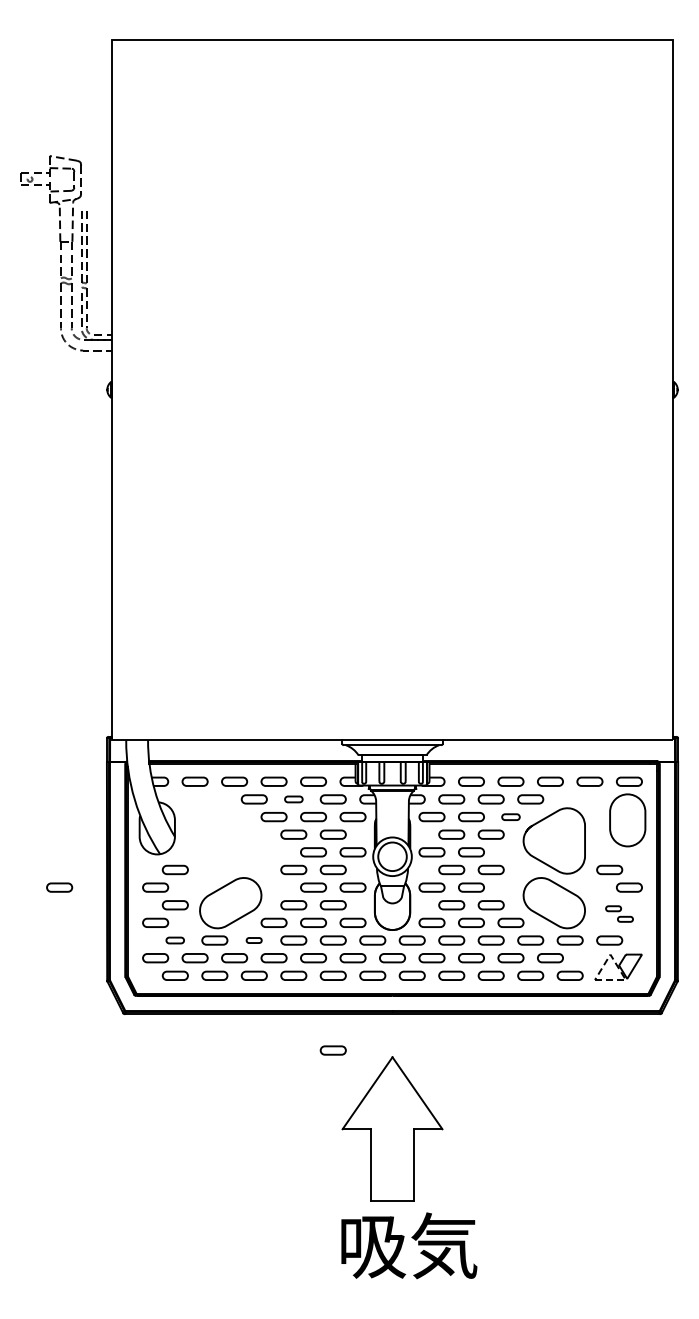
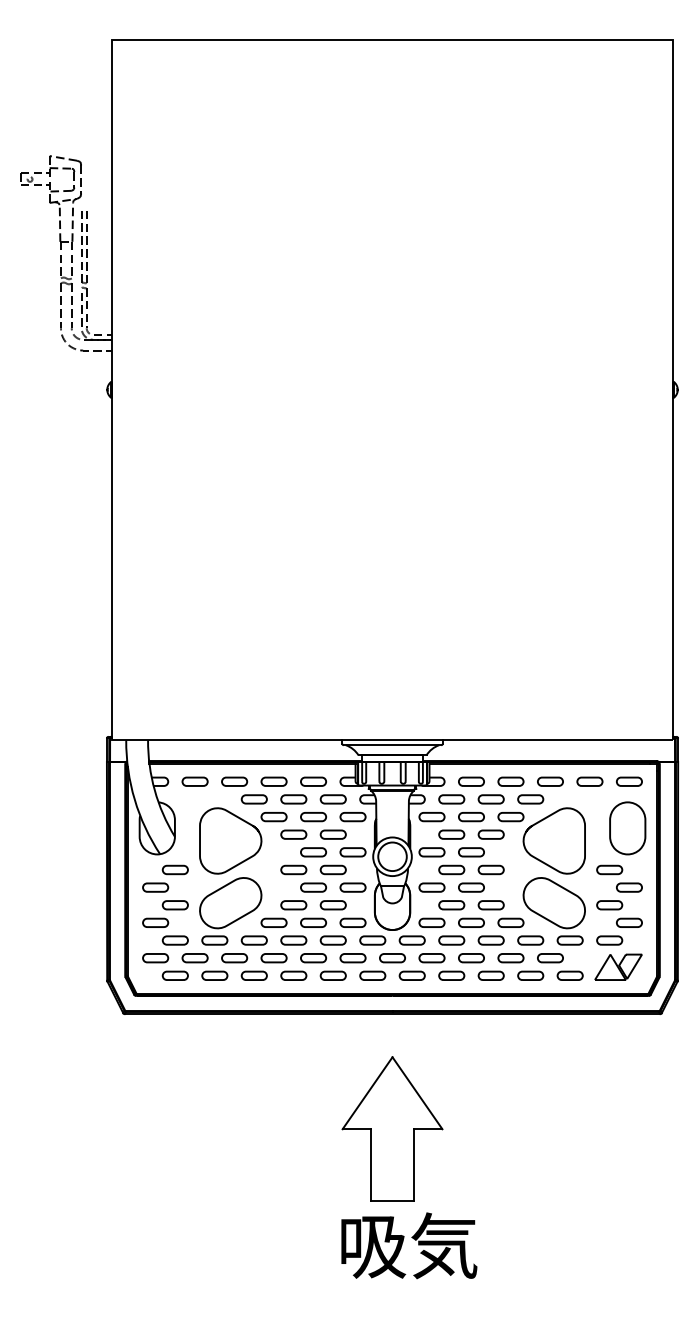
part at (293, 799) size: 20x9 px -> 28x11 px
part at (510, 816) size: 20x8 px -> 28x11 px
part at (627, 820) position: (627, 820) -> (627, 828)
curve at (244, 822): none -> present
part at (59, 887): present -> none
part at (619, 913) size: 29x18 px -> 47x28 px
part at (174, 940) size: 20x9 px -> 28x11 px
part at (253, 940) size: 18x7 px -> 28x11 px
line at (618, 967): dashed -> solid
part at (332, 1050): present -> none
